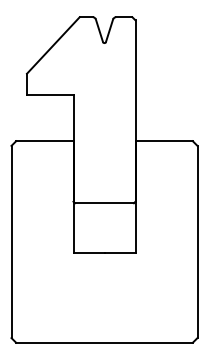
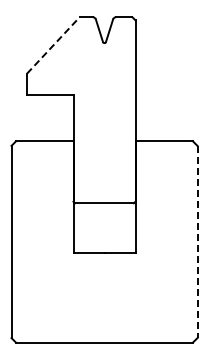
line at (53, 45): solid -> dashed
line at (197, 242): solid -> dashed
